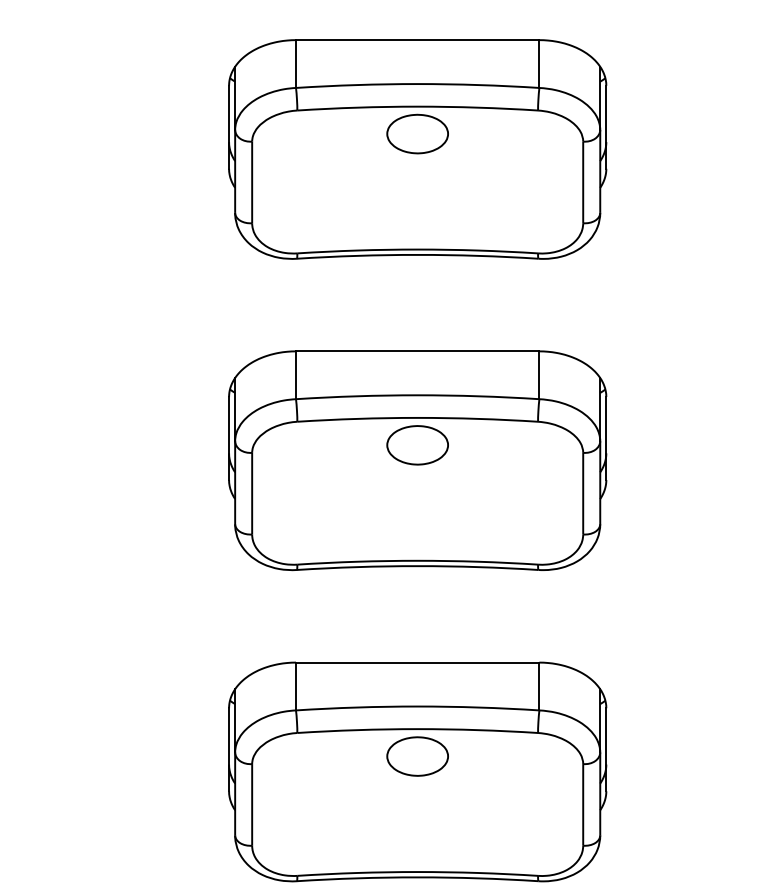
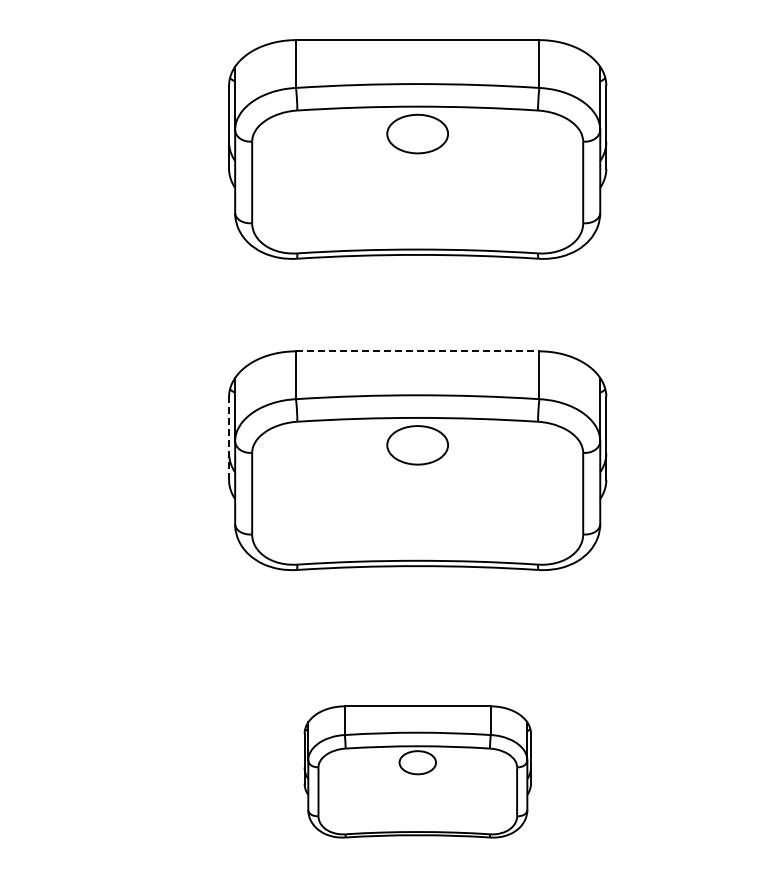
line at (417, 351): solid -> dashed
line at (229, 438): solid -> dashed
part at (417, 771) size: 380x222 px -> 229x134 px
